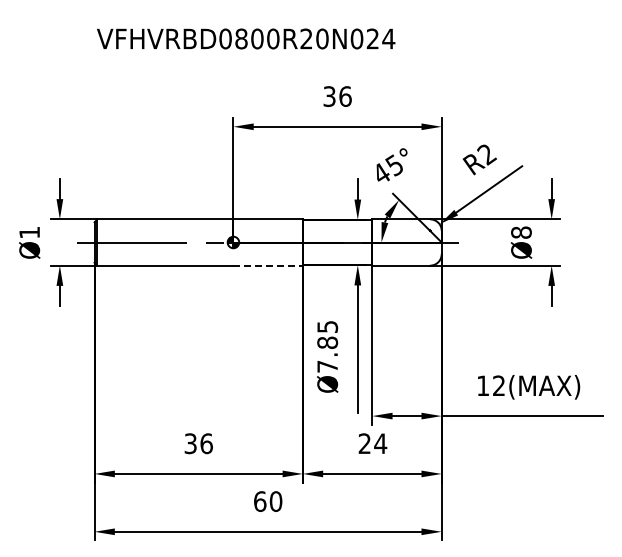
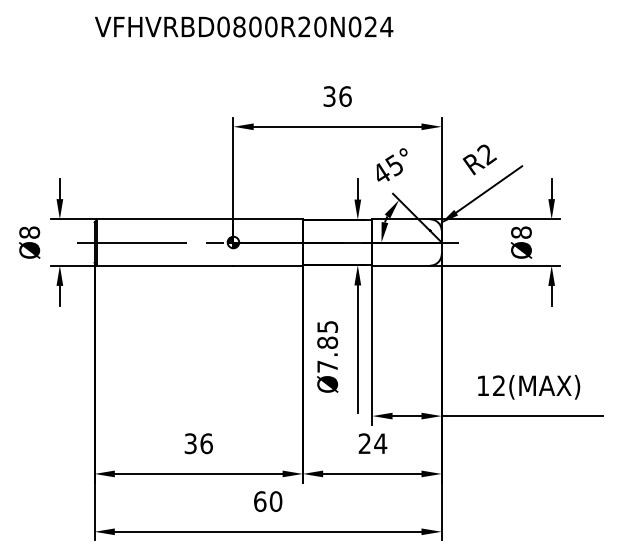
text at (246, 38) position: (246, 38) -> (244, 26)
text at (29, 232): Ø1 -> Ø8
line at (268, 265): dashed -> solid
